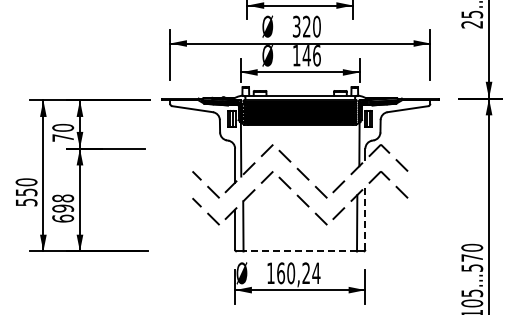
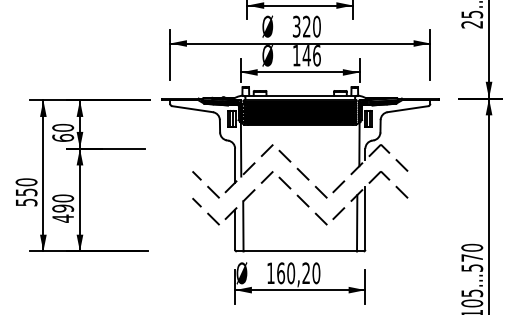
text at (63, 137): 70 -> 60
text at (63, 208): 698 -> 490
line at (365, 217): dashed -> solid
line at (300, 251): dashed -> solid
text at (316, 273): 160,24 -> 160,20
